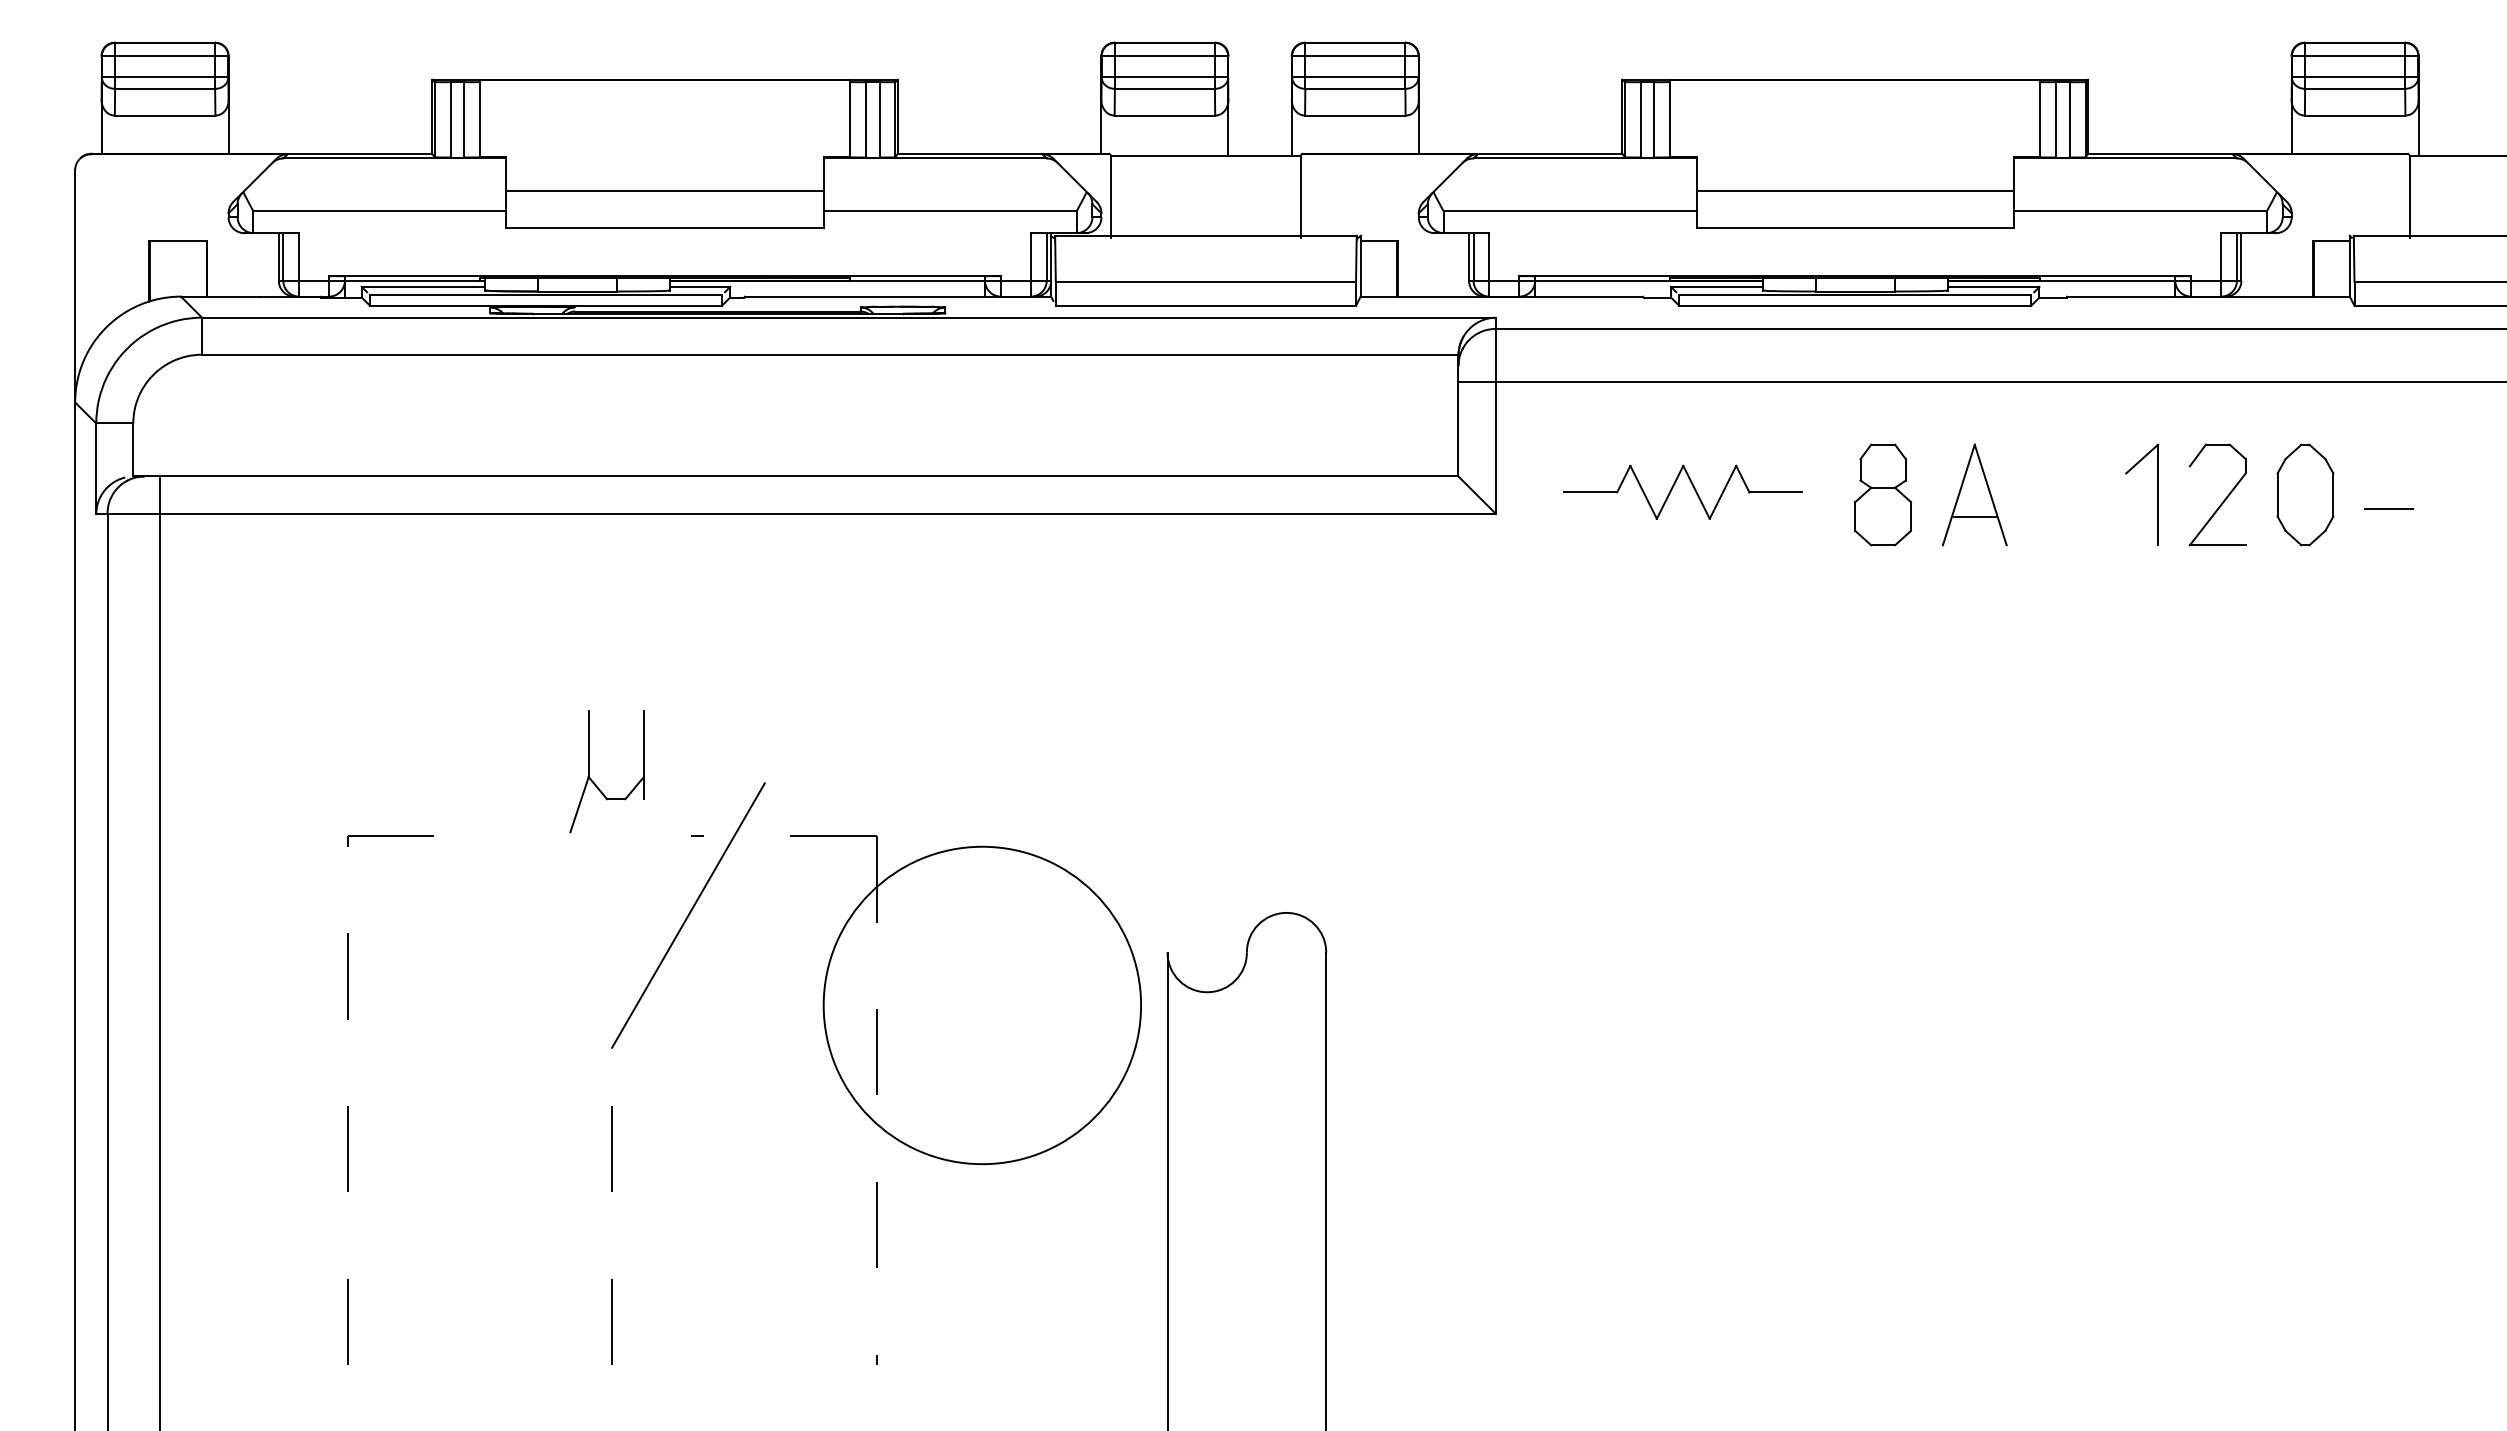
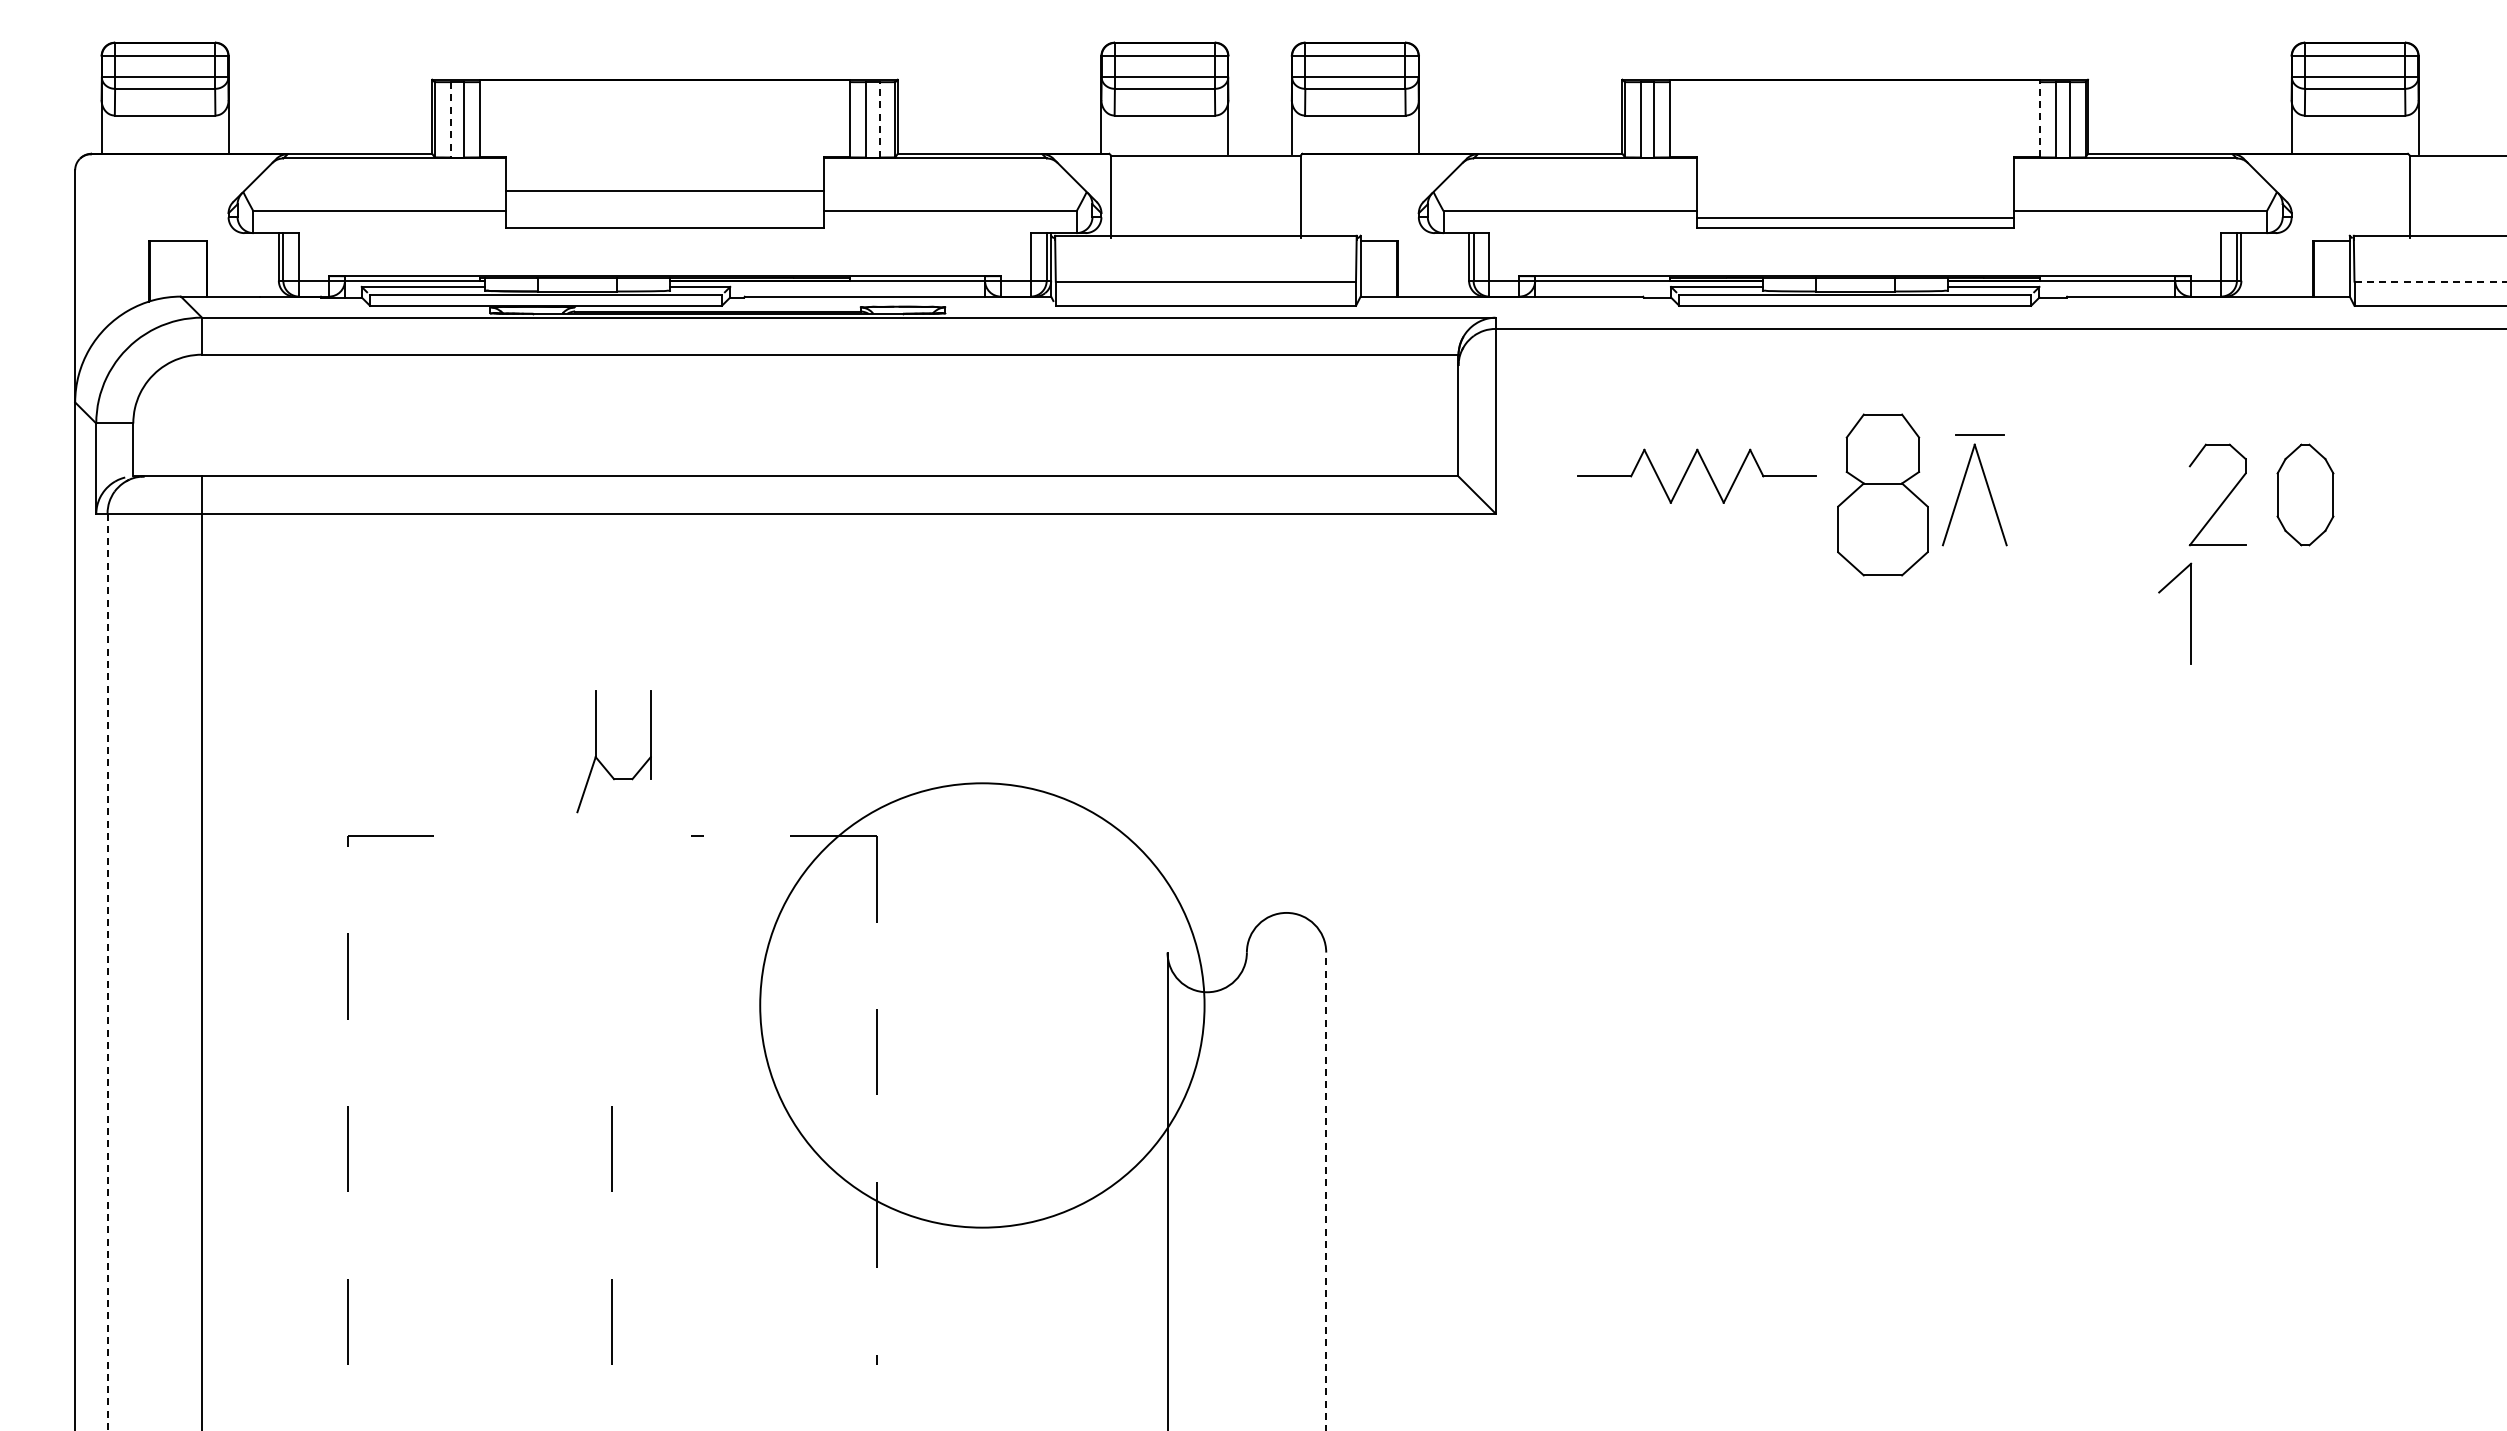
line at (2040, 118): solid -> dashed
line at (450, 119): solid -> dashed
line at (879, 119): solid -> dashed
line at (1854, 190) position: (1854, 190) -> (1854, 217)
line at (2430, 281): solid -> dashed
line at (1980, 381): present -> none
part at (1673, 487) position: (1673, 487) -> (1687, 471)
part at (1883, 494) size: 59x104 px -> 92x164 px
part at (2157, 494) position: (2157, 494) -> (2190, 613)
line at (2388, 508) position: (2388, 508) -> (1979, 434)
line at (1974, 516): present -> none
part at (594, 782) position: (594, 782) -> (601, 762)
line at (688, 915): present -> none
line at (160, 951) position: (160, 951) -> (202, 951)
line at (107, 972): solid -> dashed
circle at (982, 1005) diameter: 317 px -> 444 px
line at (1326, 1191): solid -> dashed
